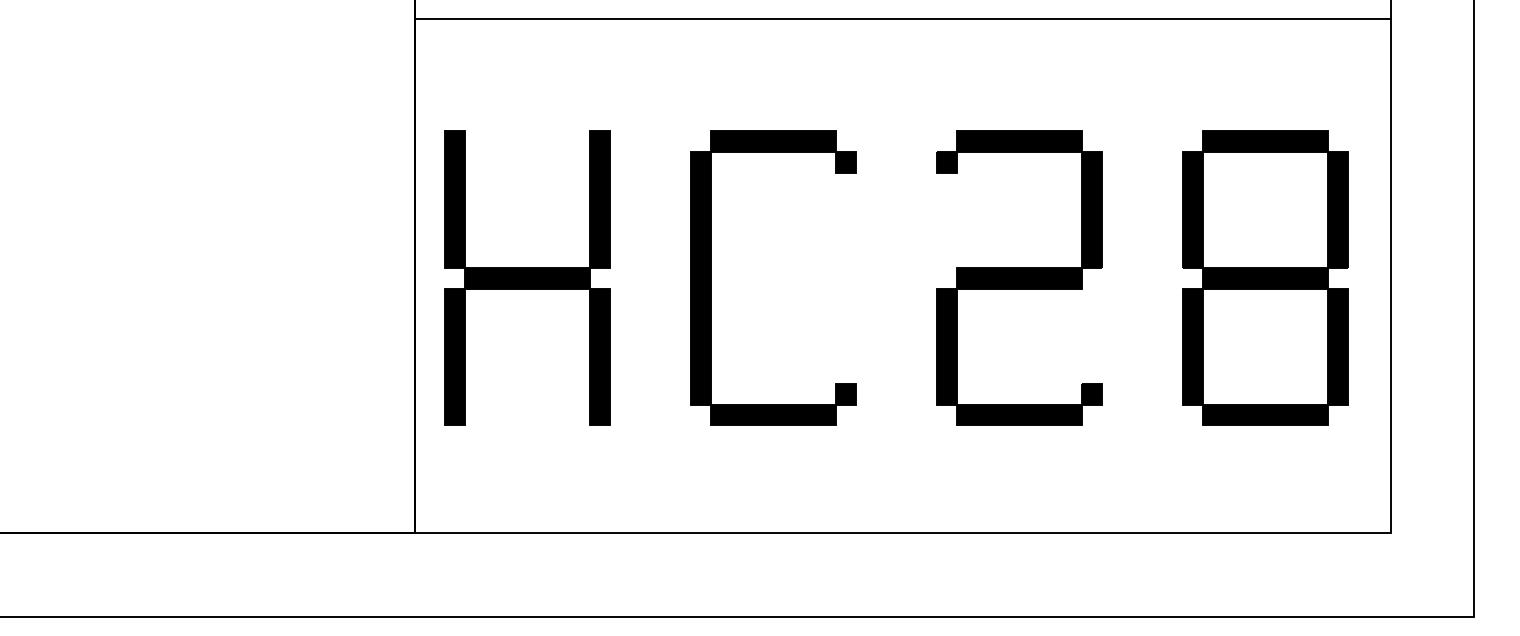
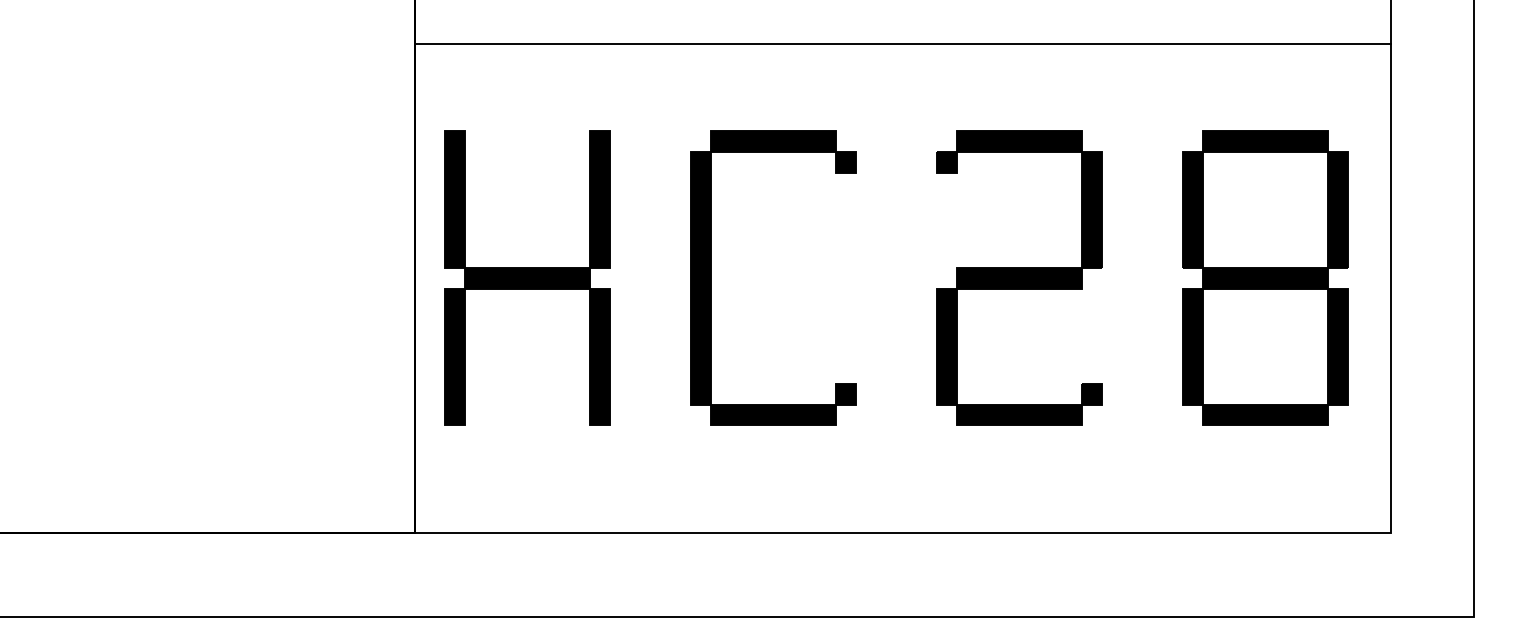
line at (902, 19) position: (902, 19) -> (902, 44)
